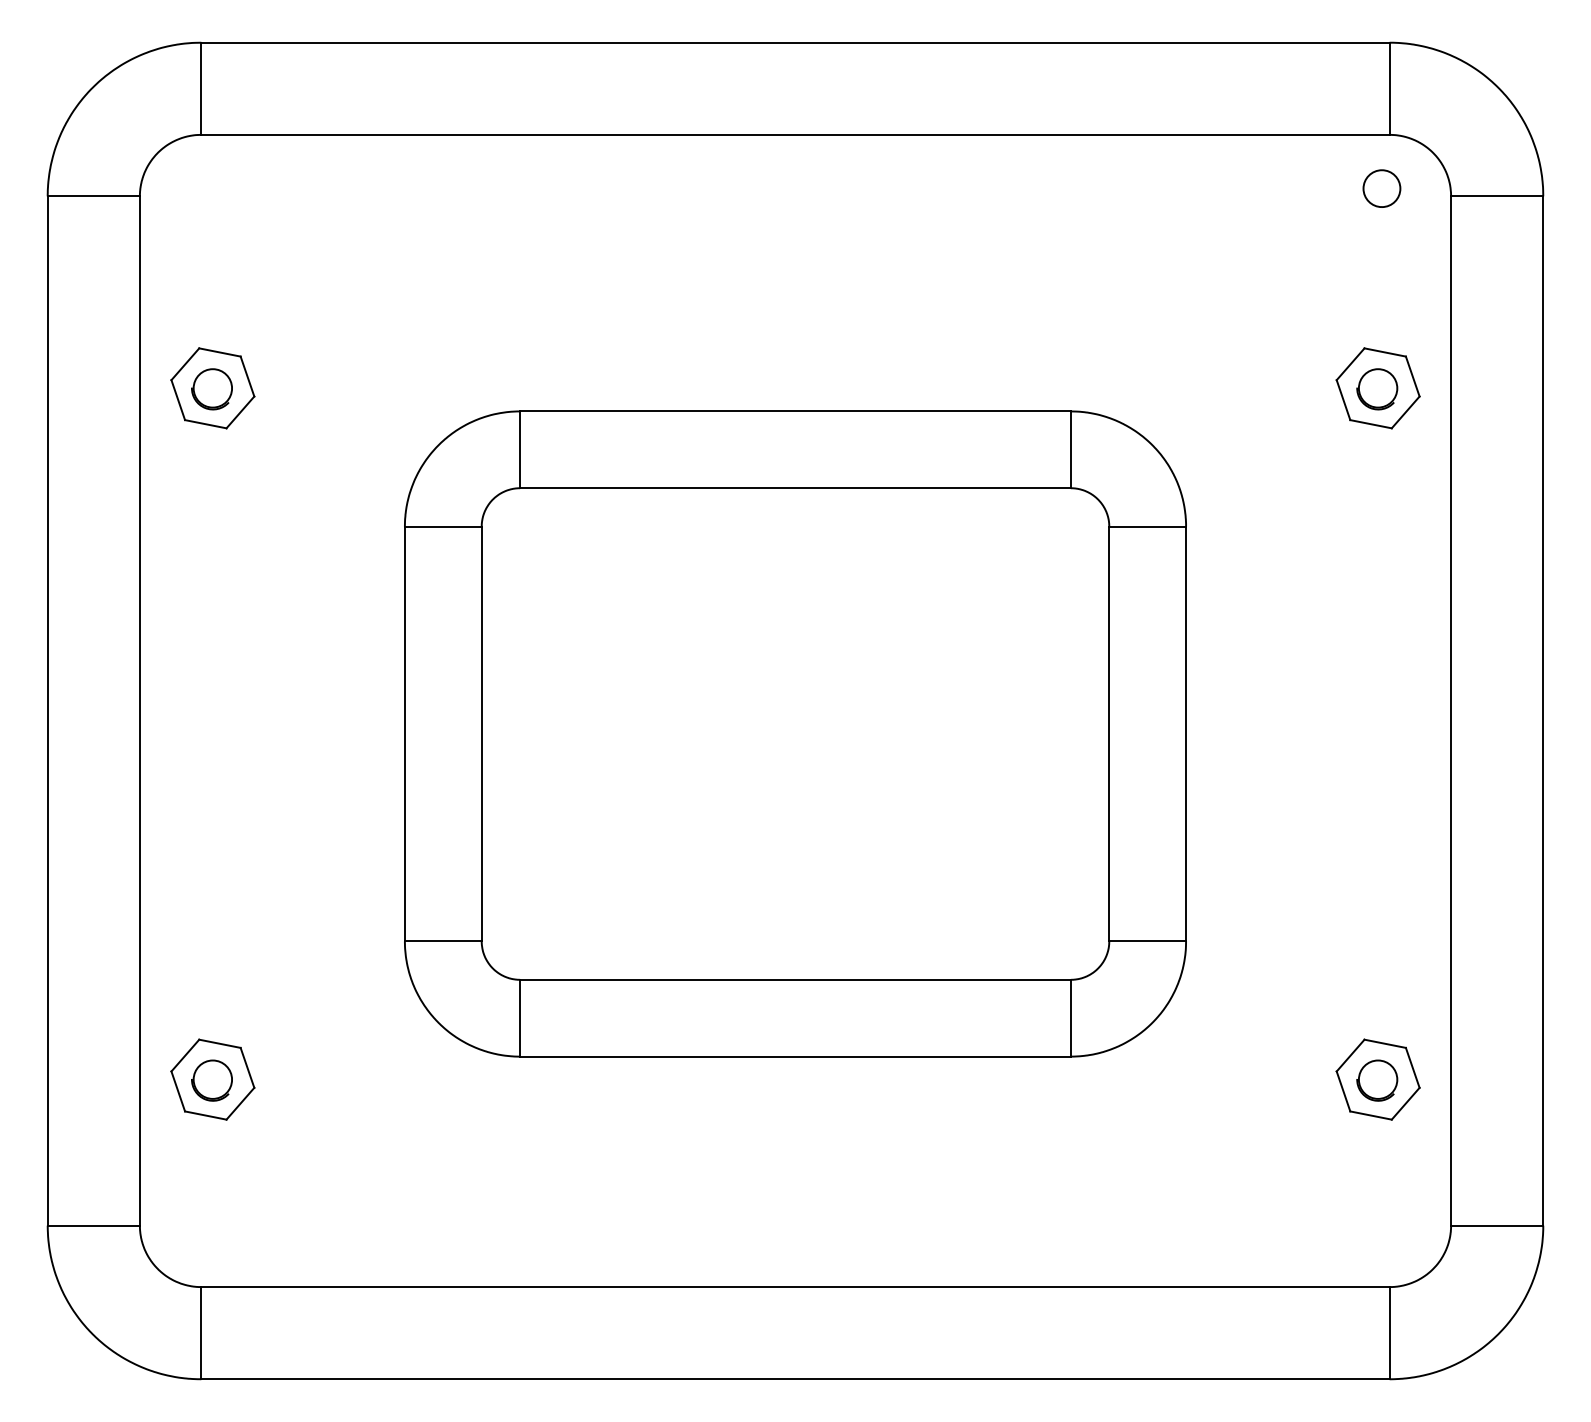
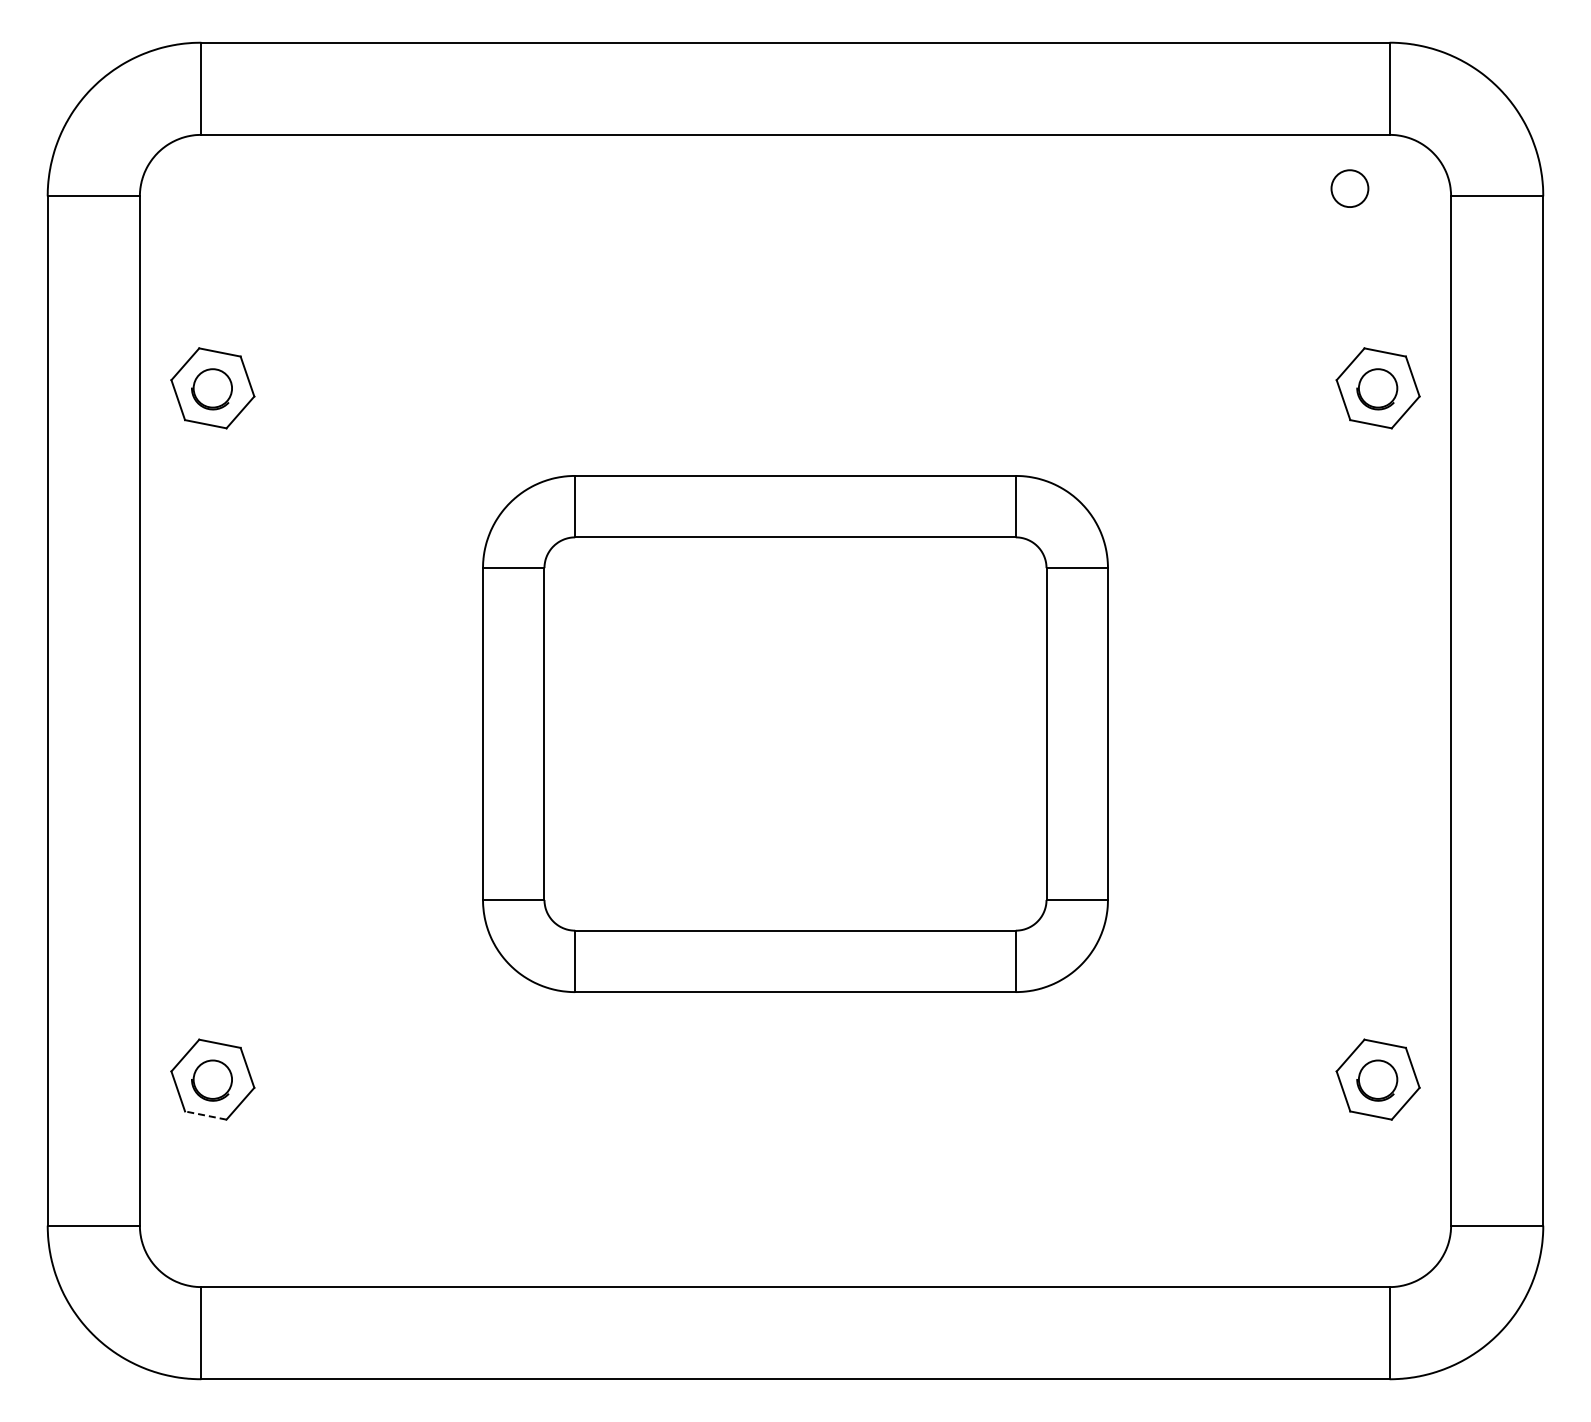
part at (1381, 188) position: (1381, 188) -> (1349, 188)
part at (795, 733) size: 783x648 px -> 627x518 px
line at (205, 1115): solid -> dashed
